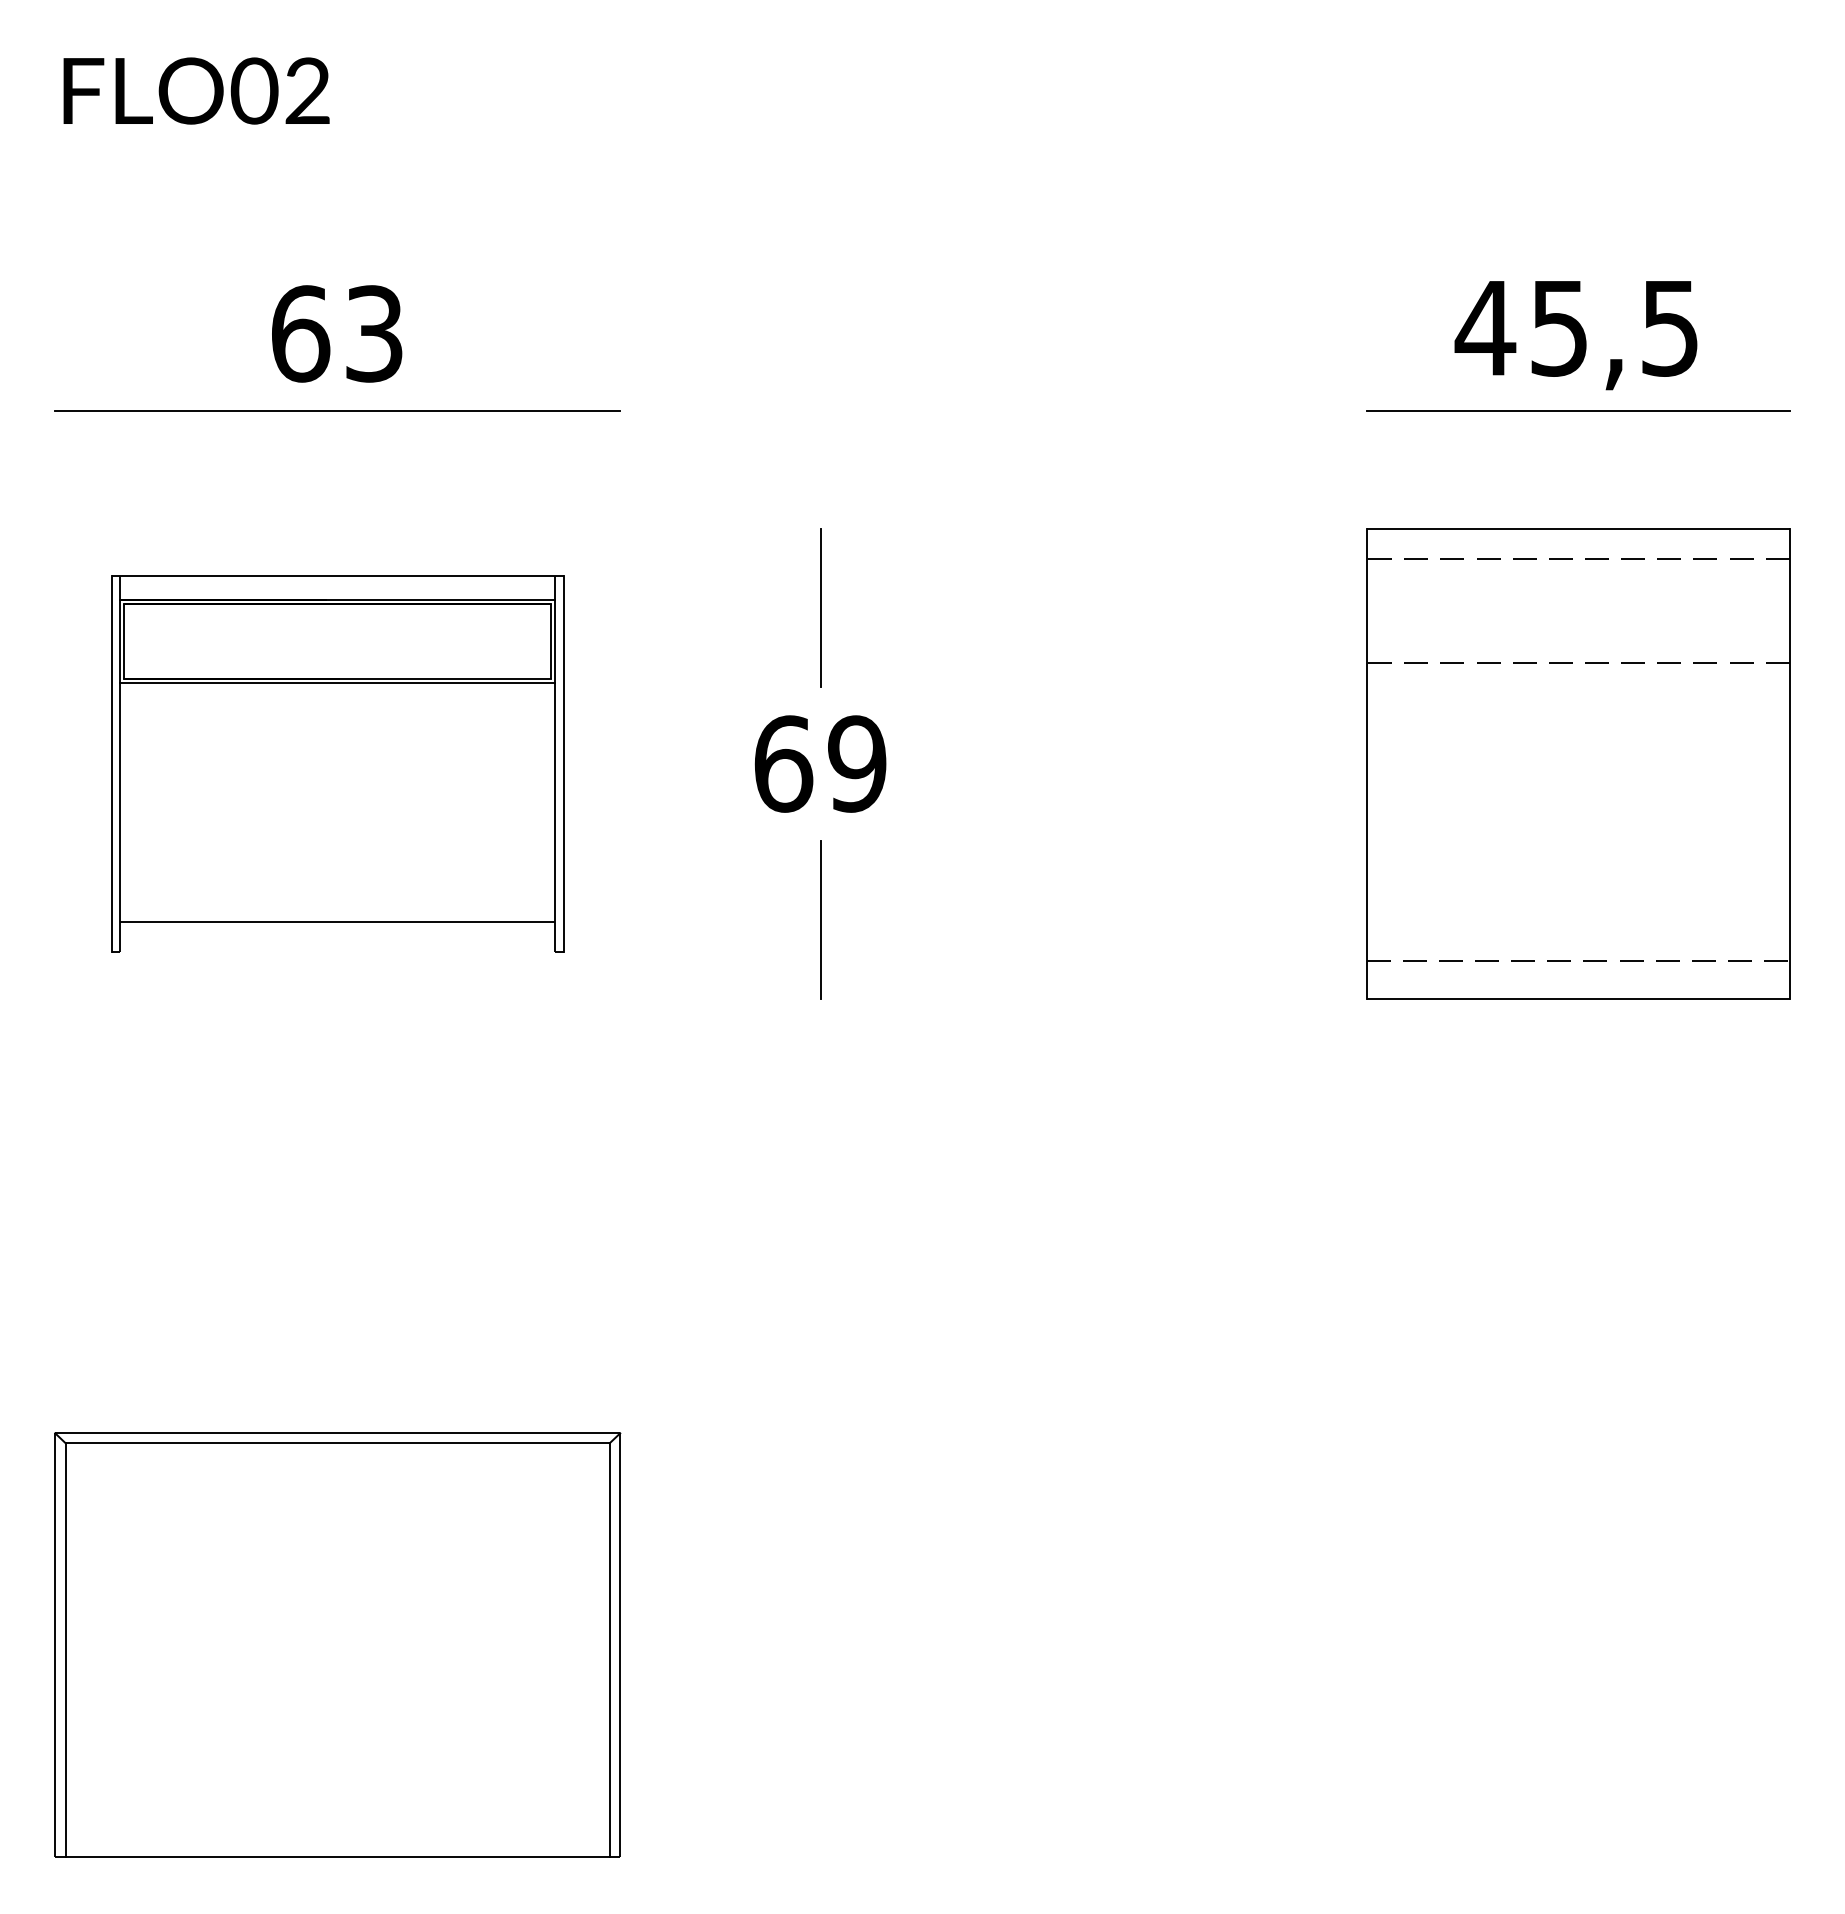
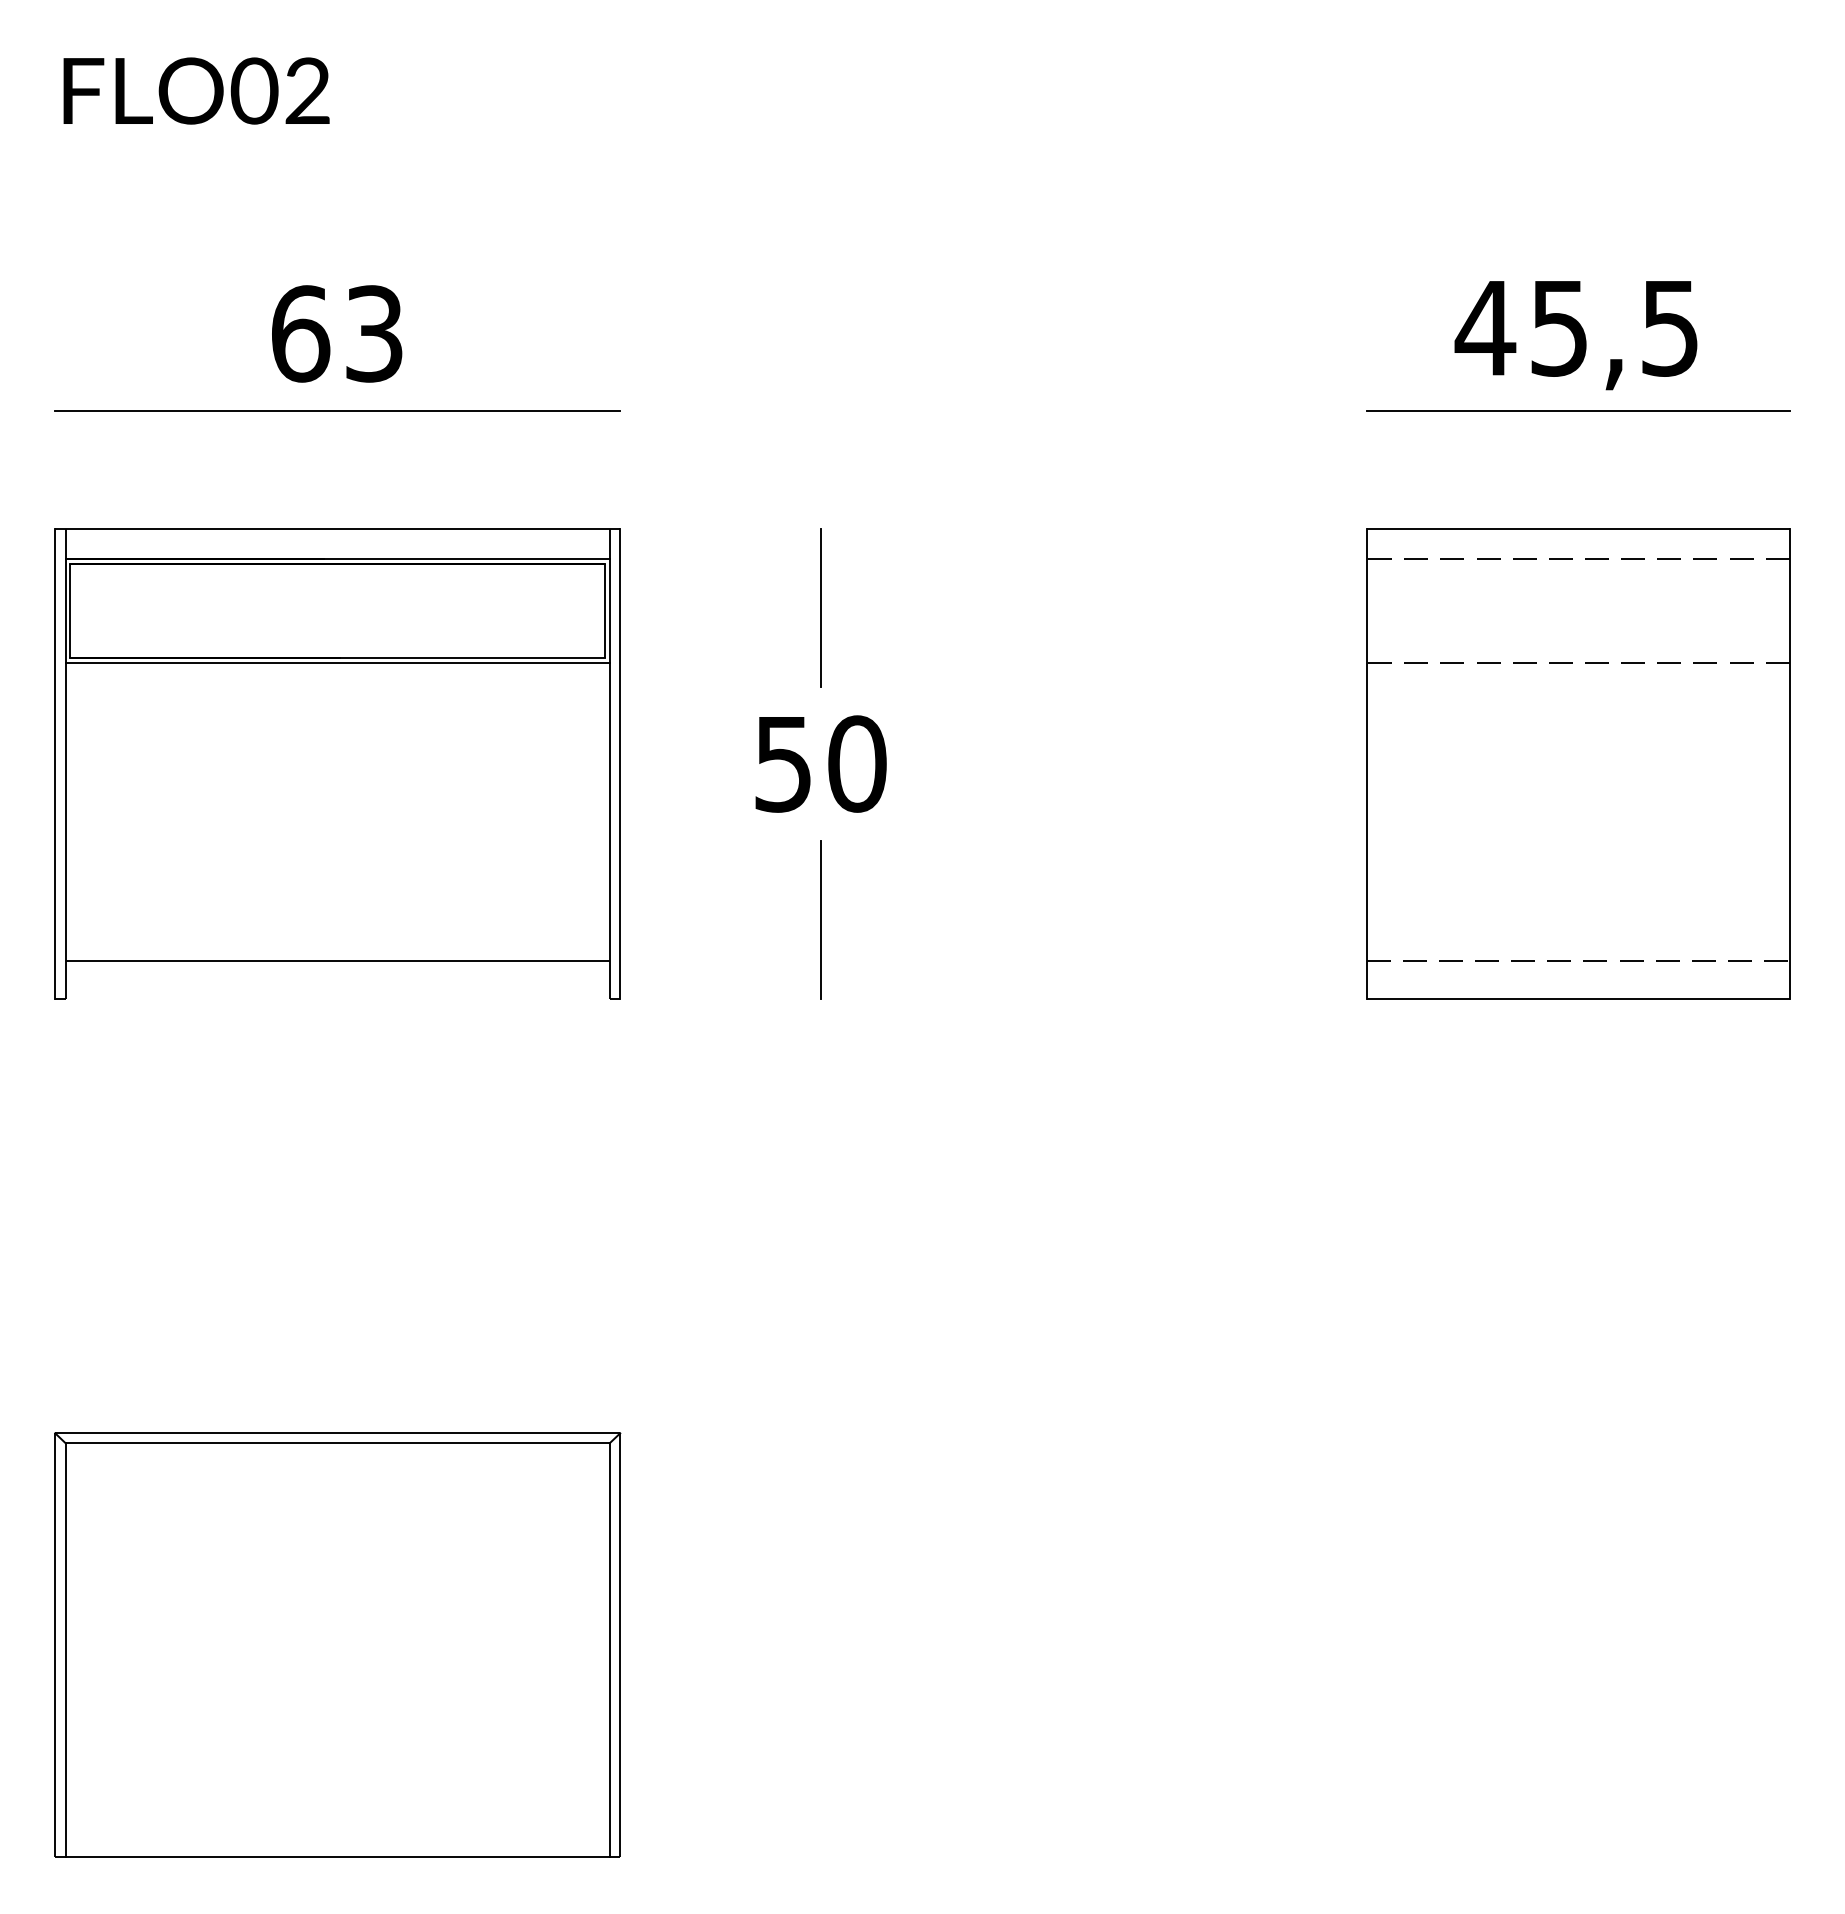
part at (337, 763) size: 454x378 px -> 567x472 px
text at (820, 763): 69 -> 50
